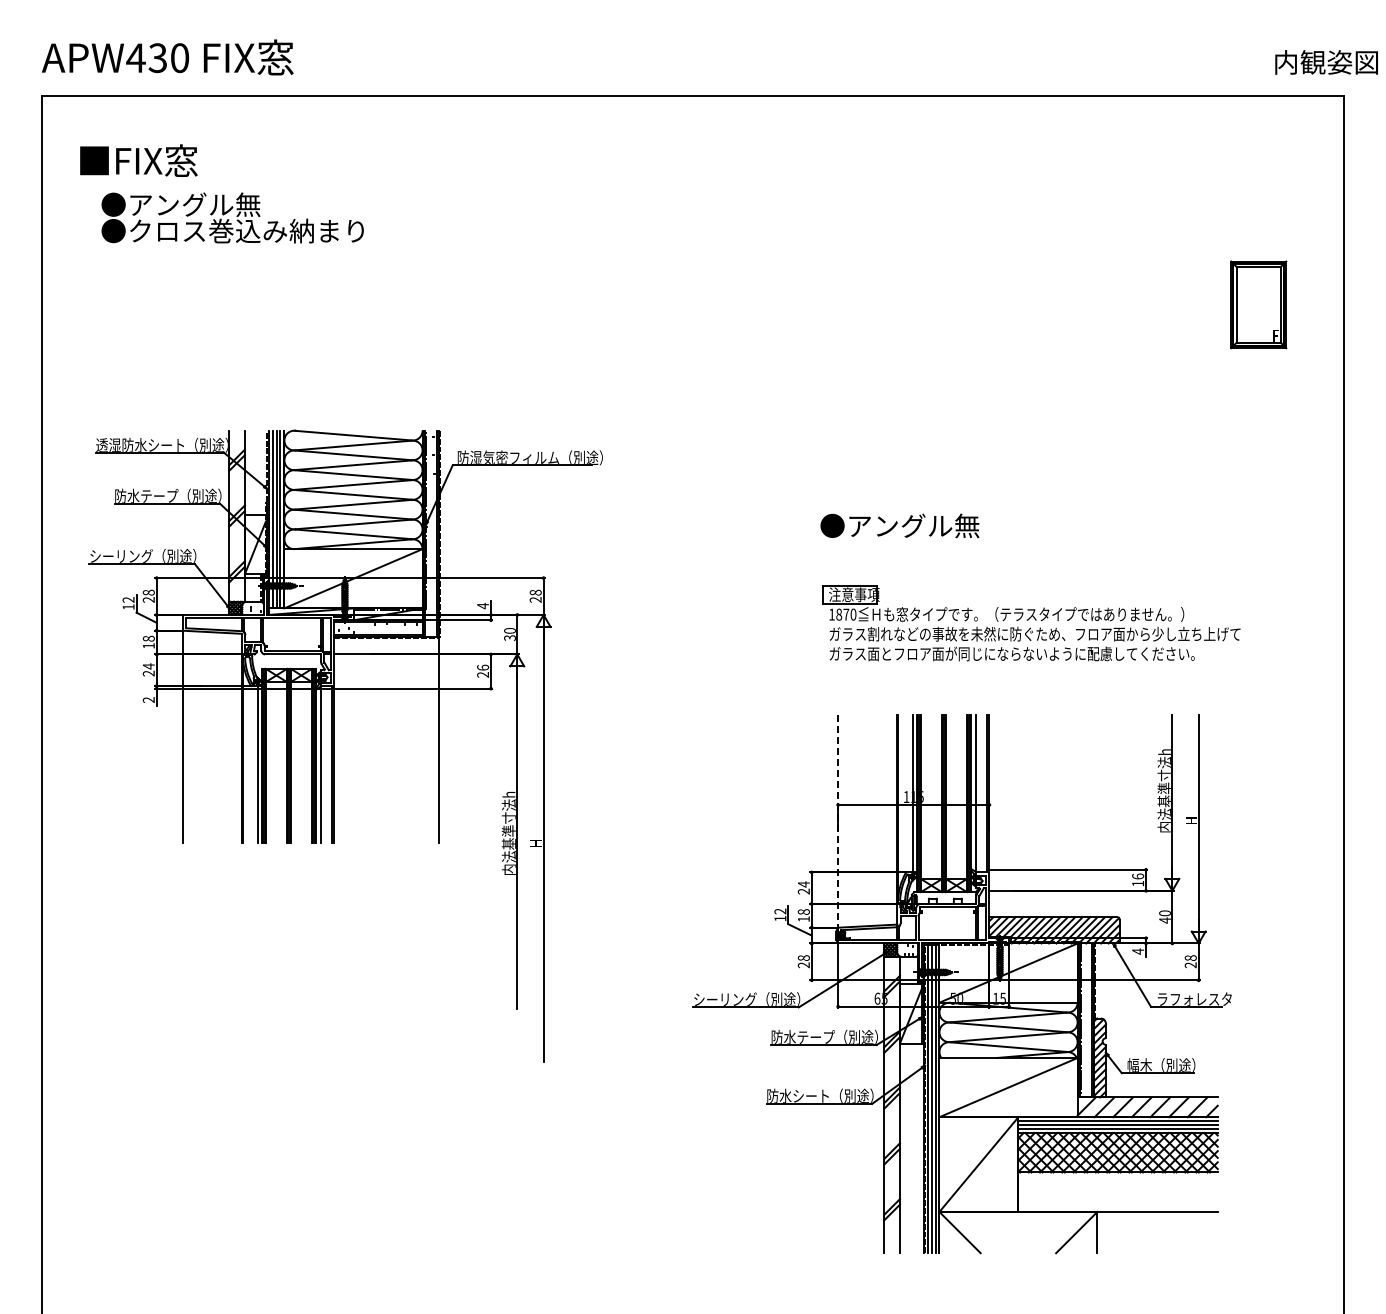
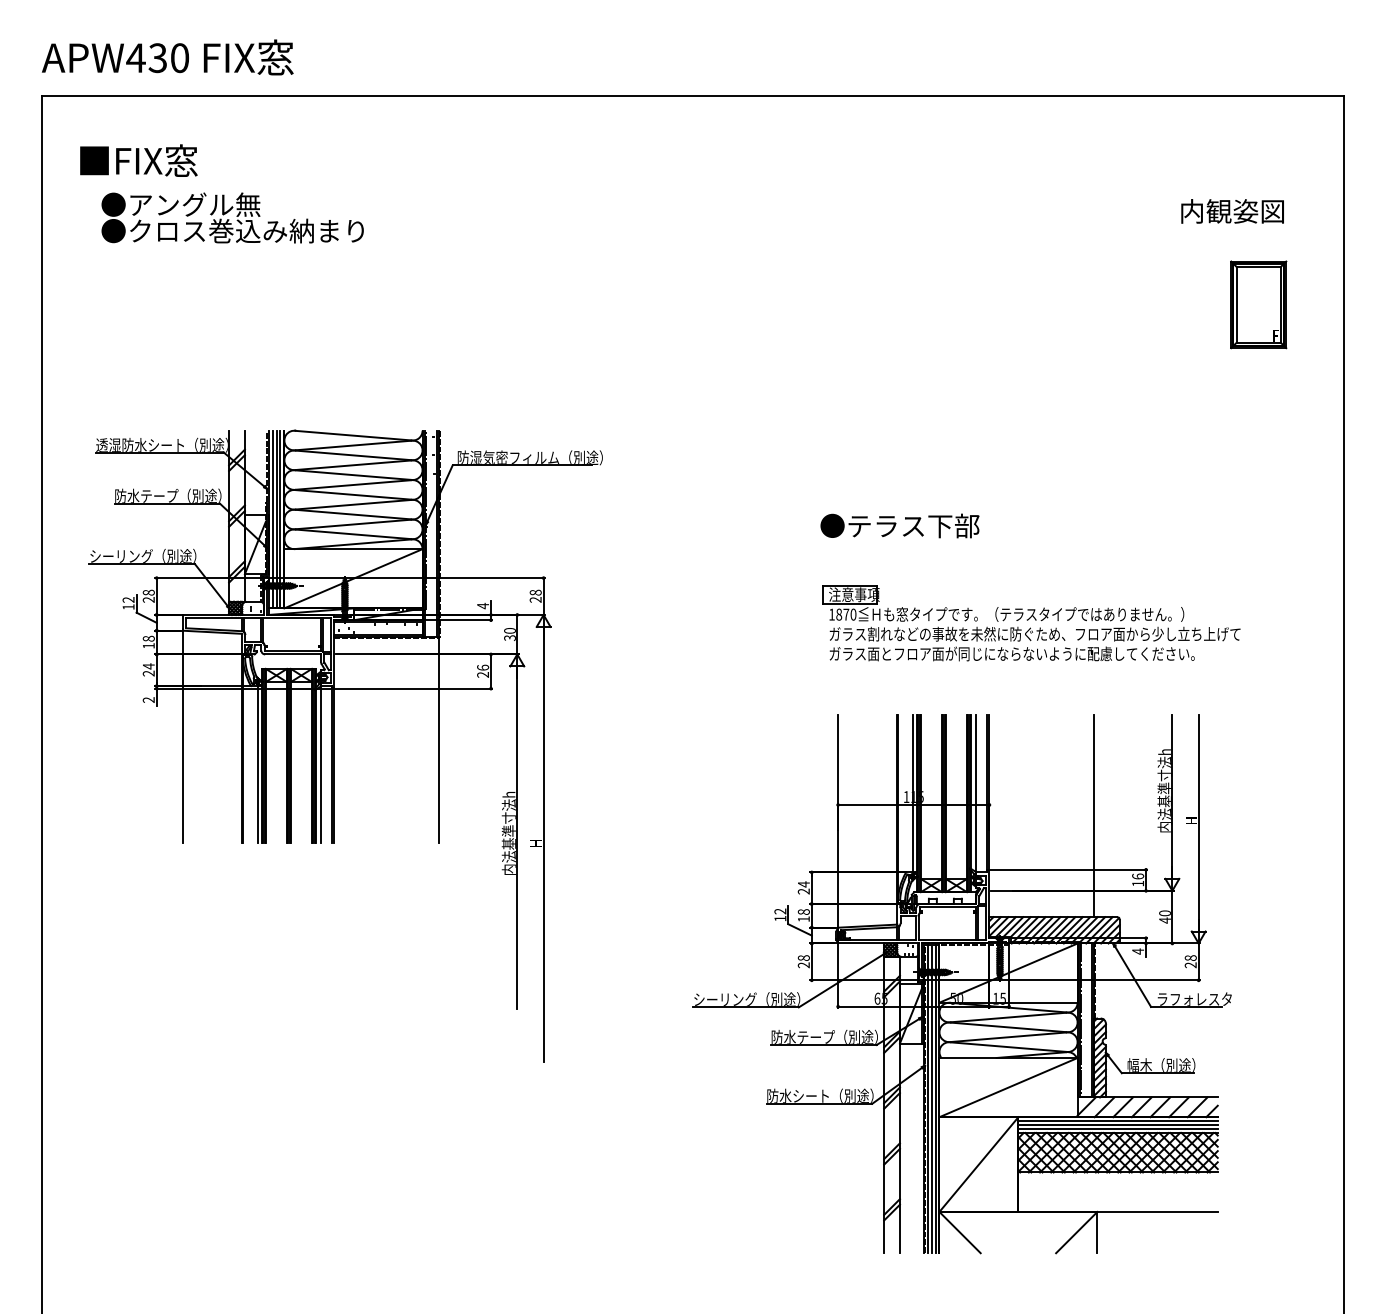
text at (1326, 62) position: (1326, 62) -> (1232, 211)
text at (913, 525): ●アングル無 -> ●テラス下部
line at (1094, 816): none -> present
line at (838, 822): dashed -> solid
